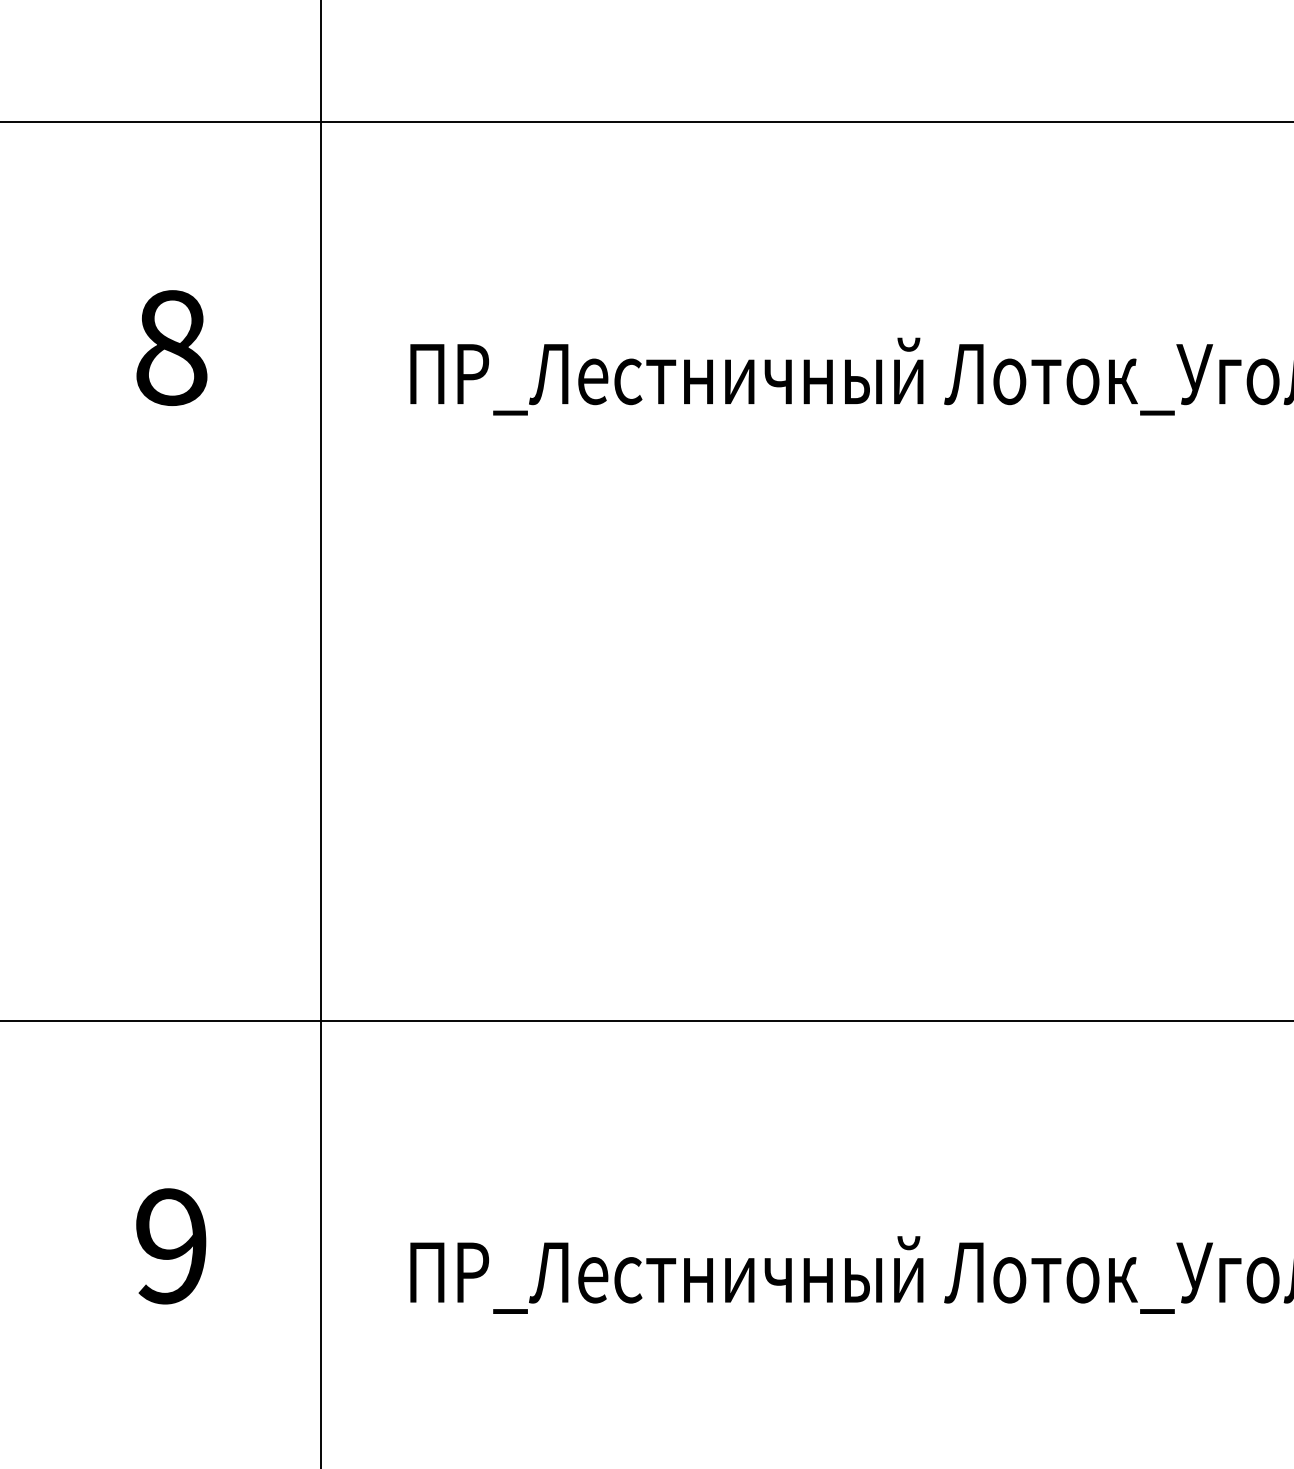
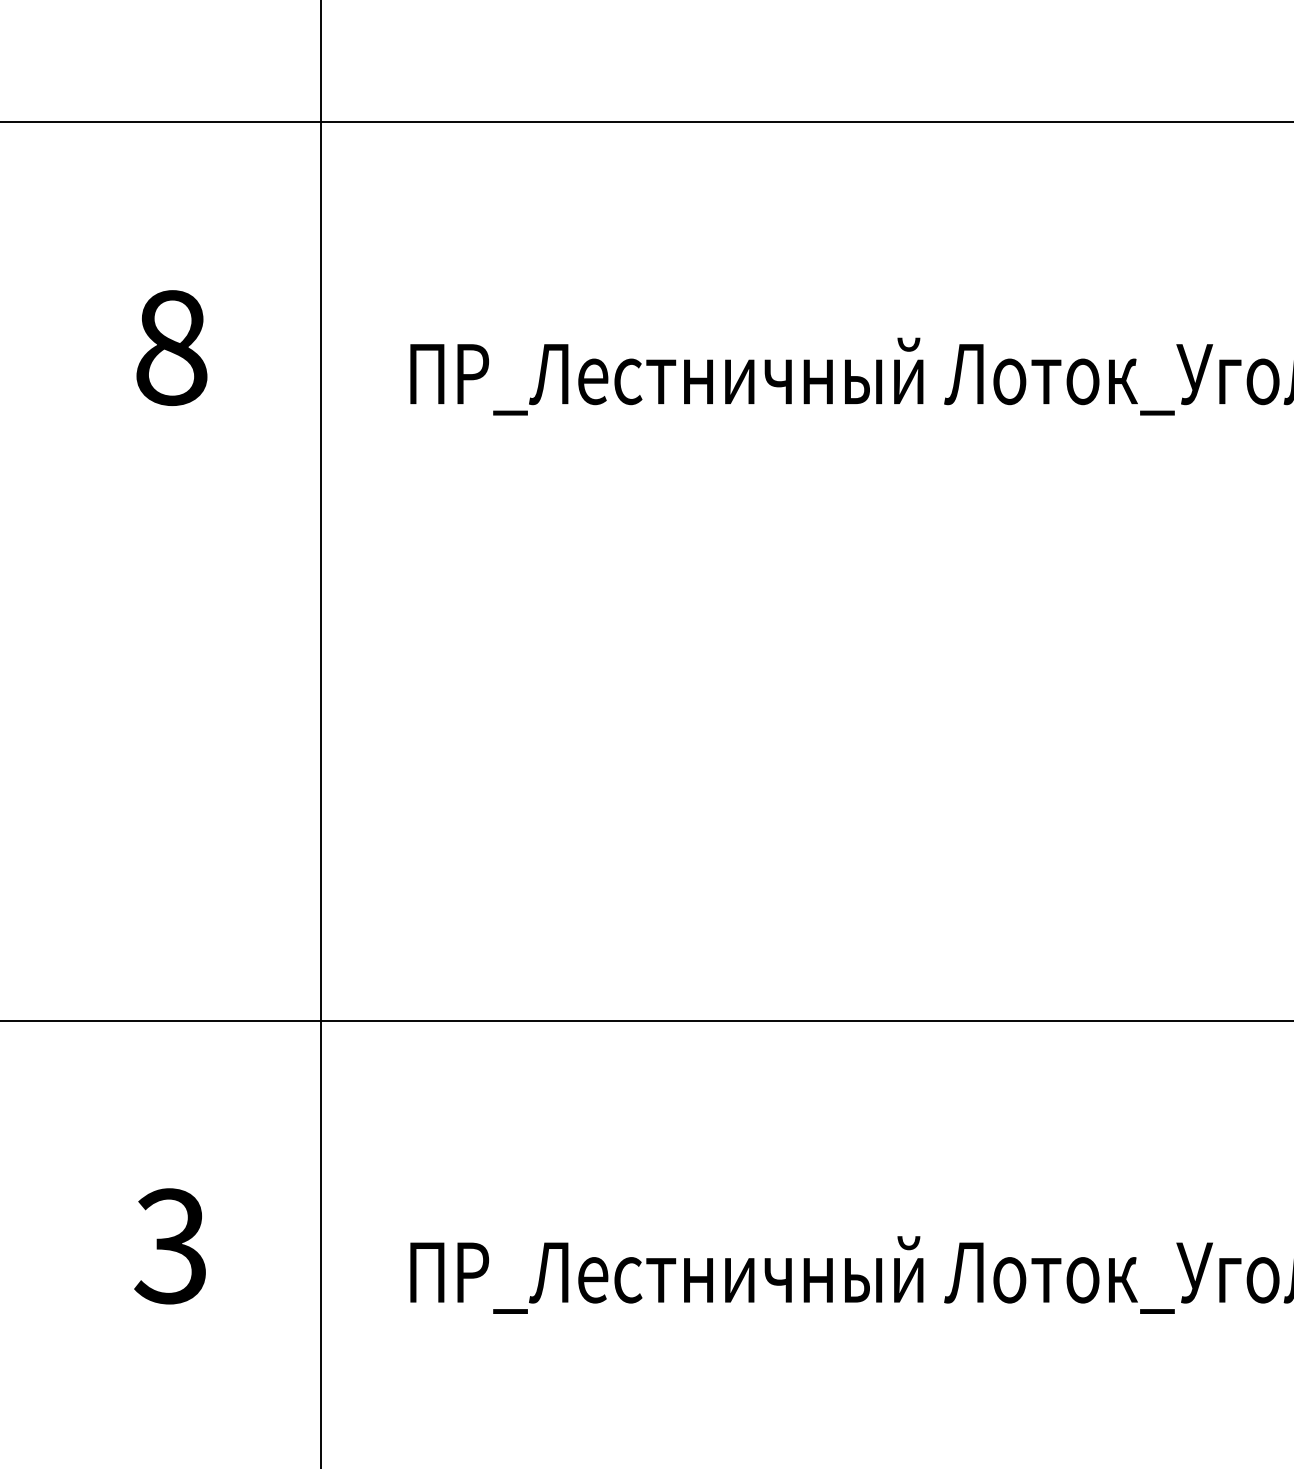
text at (170, 1246): 9 -> 3
